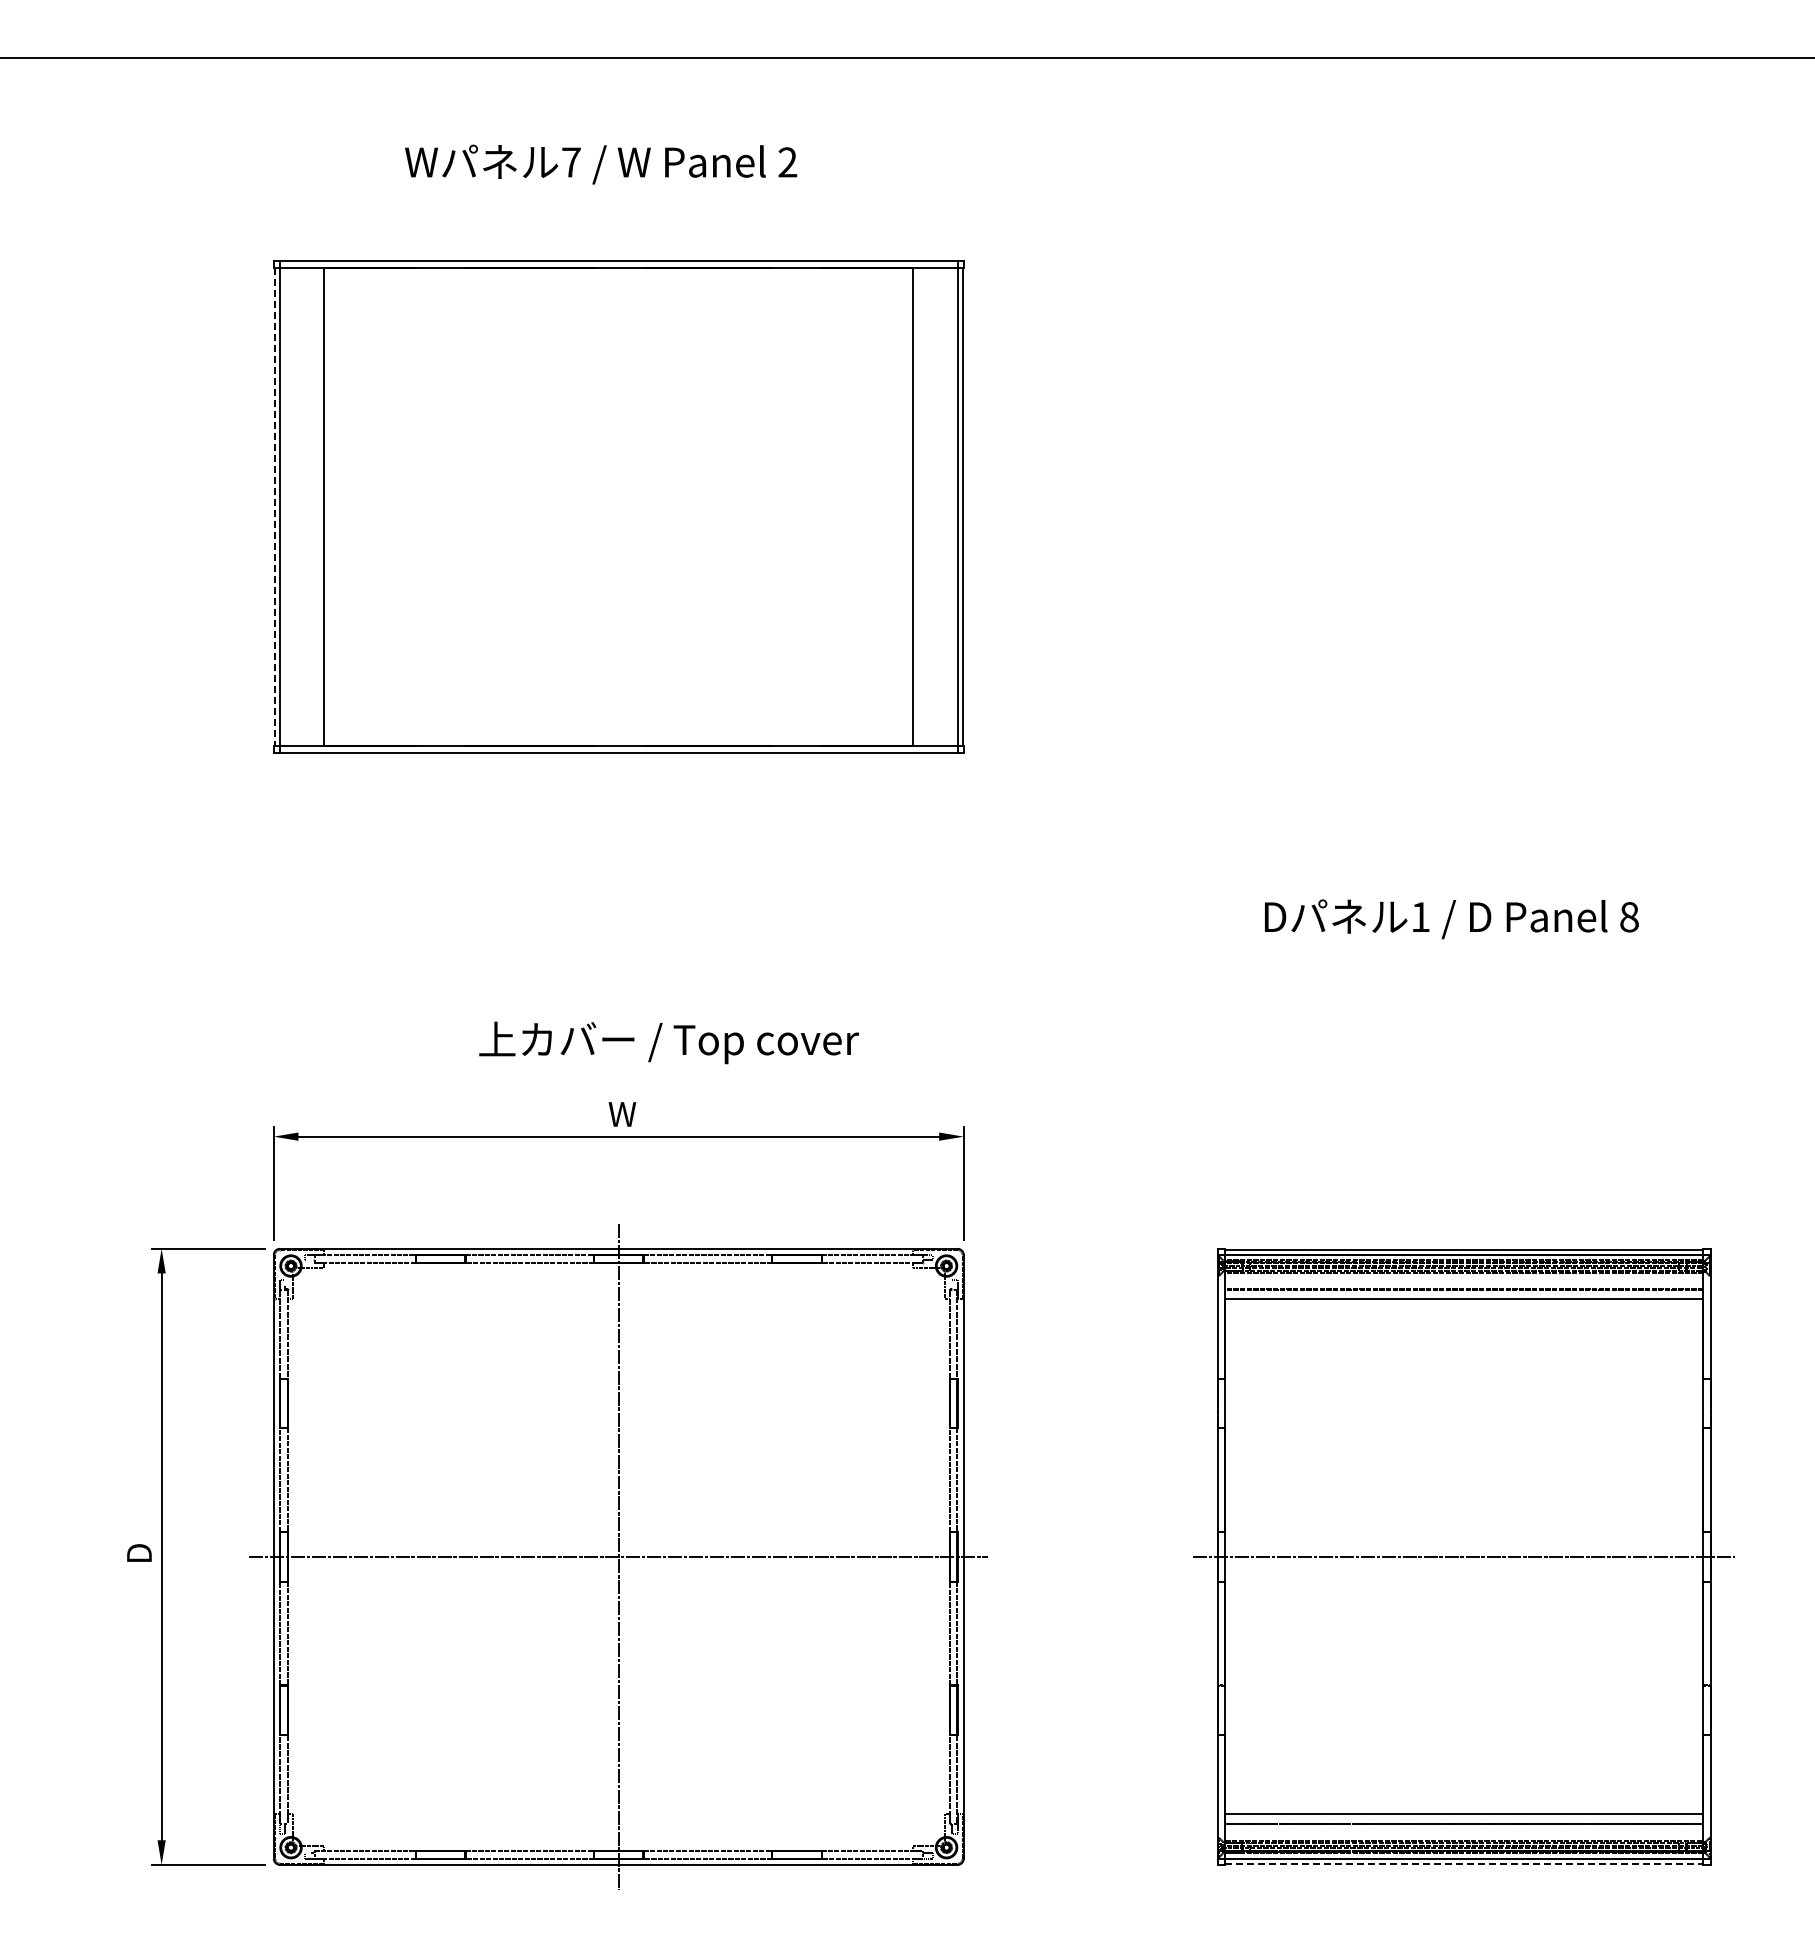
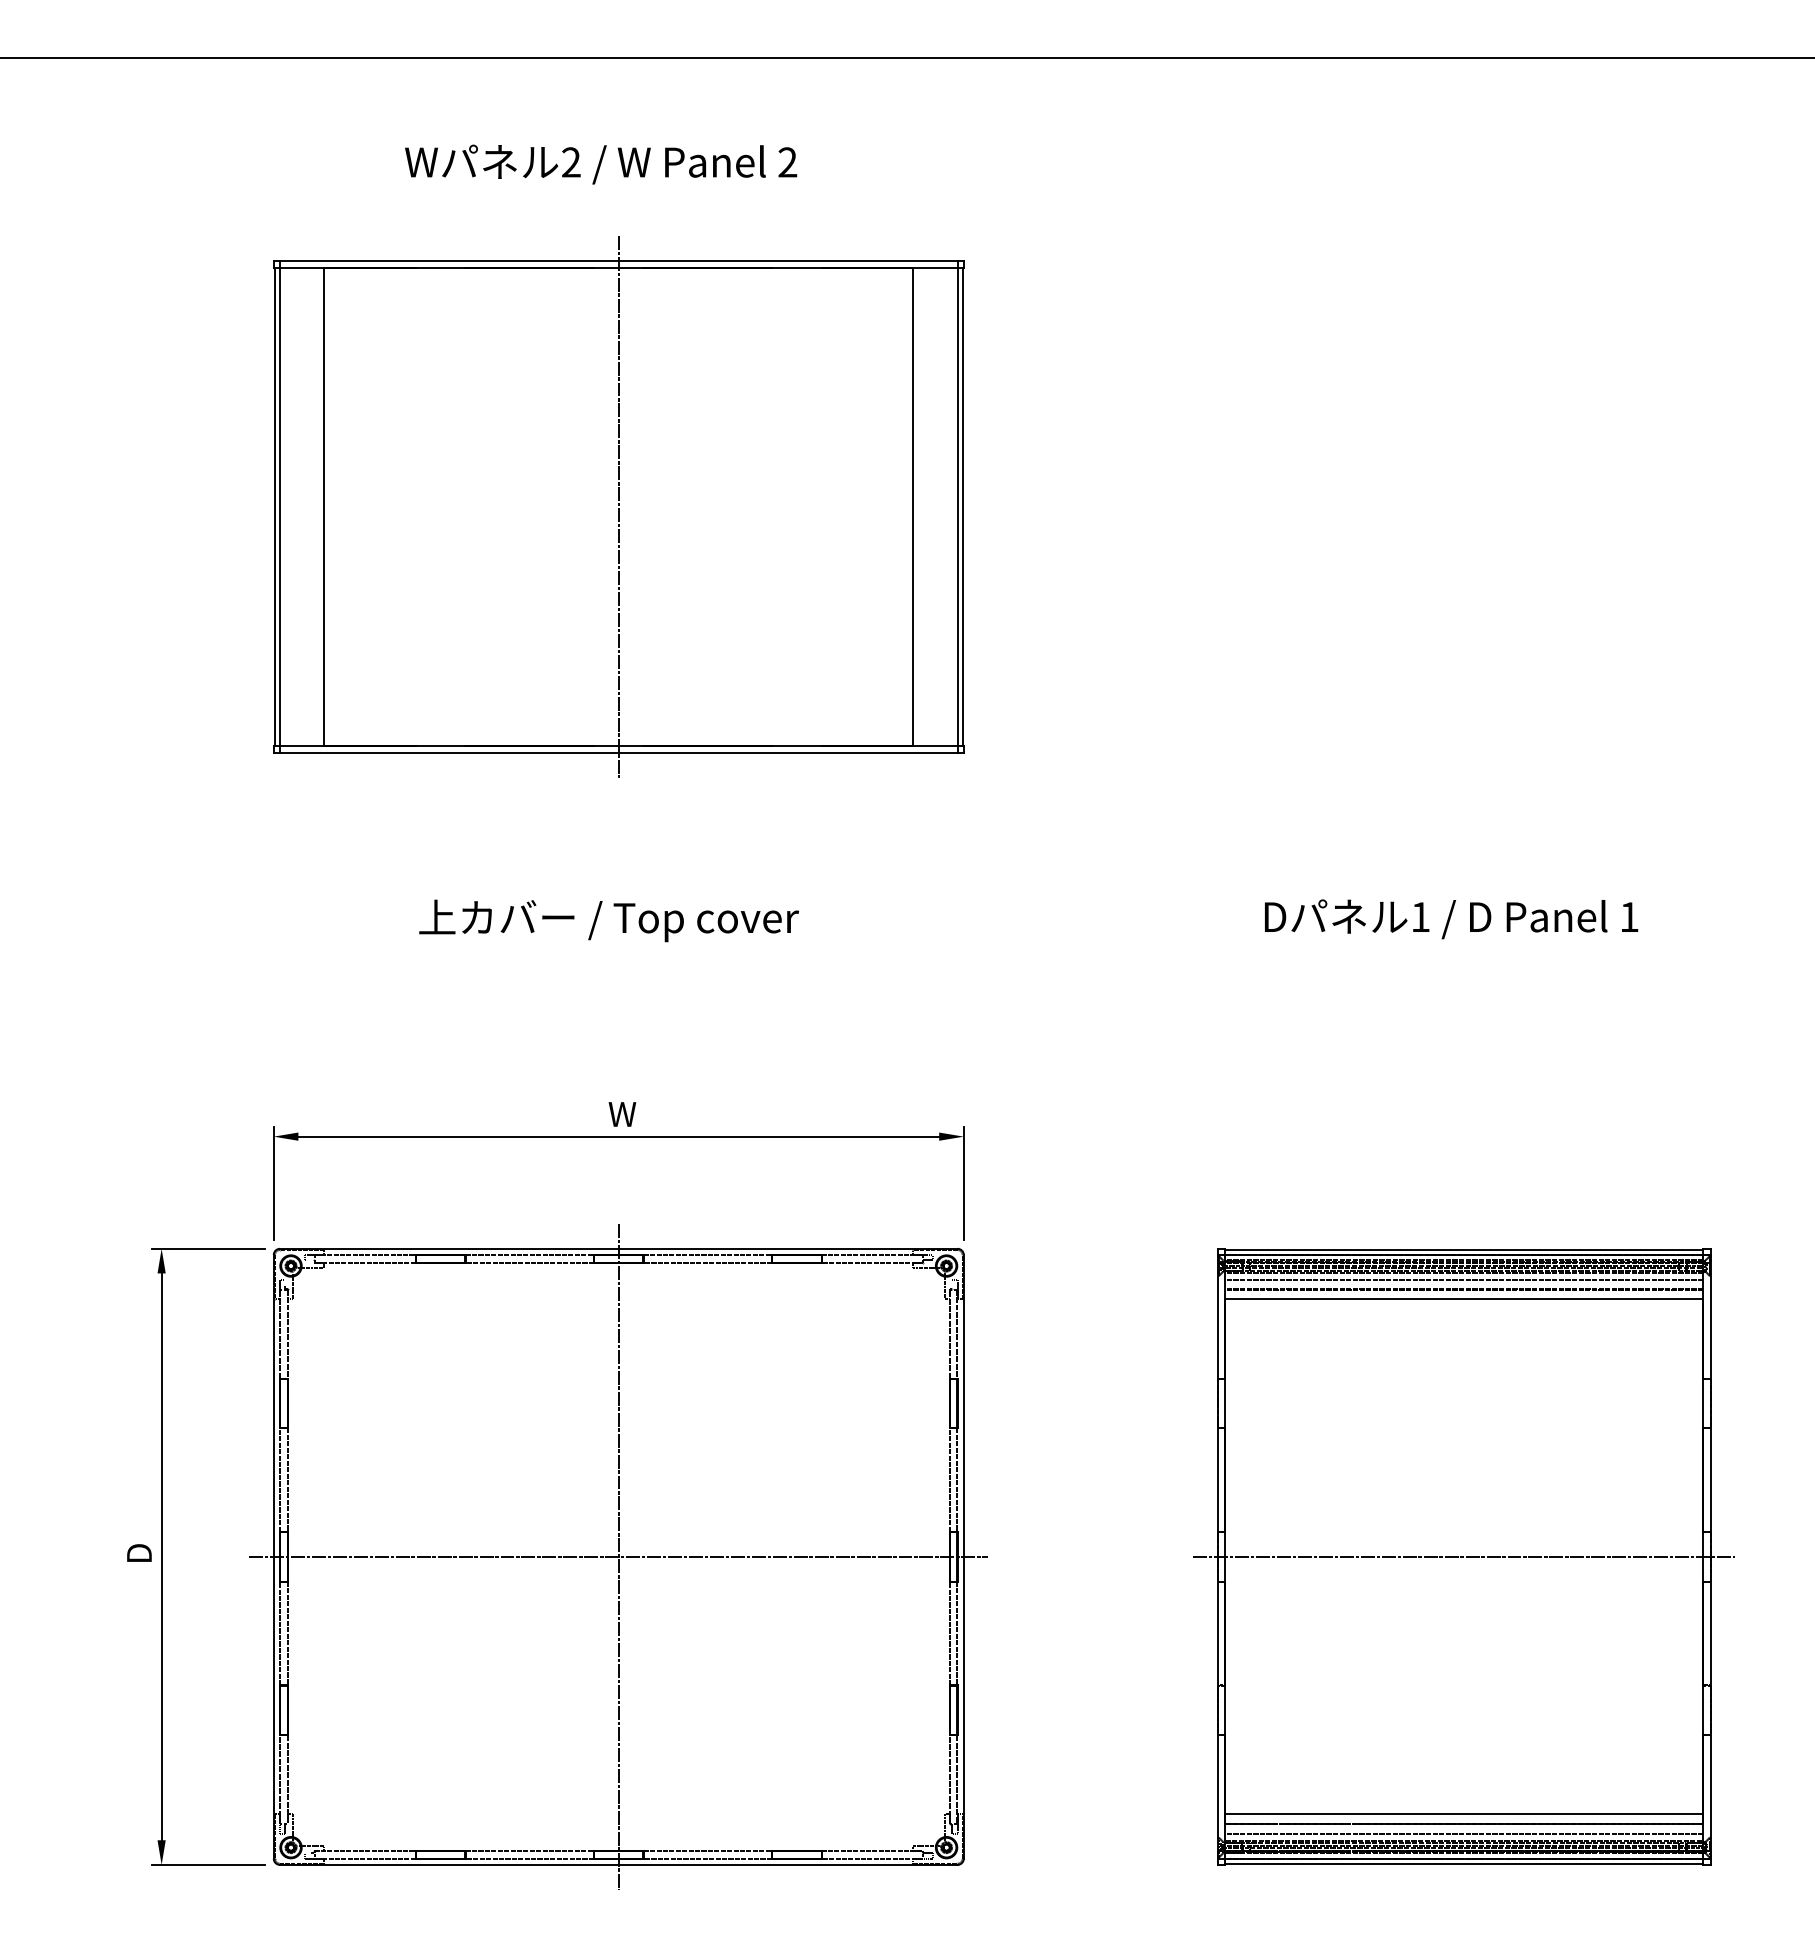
text at (571, 162): 7 -> 2
line at (618, 506): none -> present
line at (275, 507): dashed -> solid
text at (1629, 917): 8 -> 1
text at (669, 1042) position: (669, 1042) -> (609, 920)
line at (1464, 1279): none -> present
line at (1464, 1834): none -> present
line at (1464, 1863): dashed -> solid
